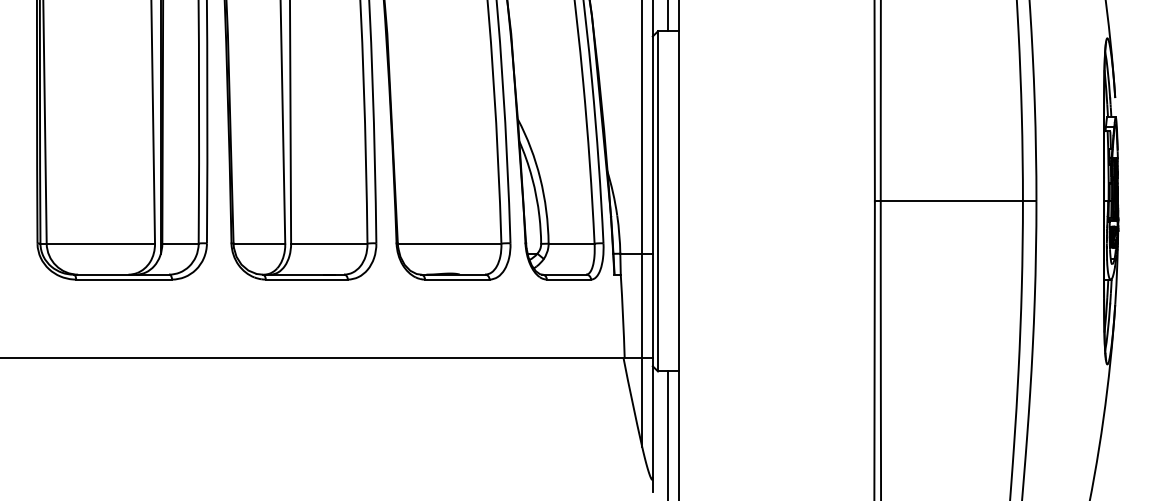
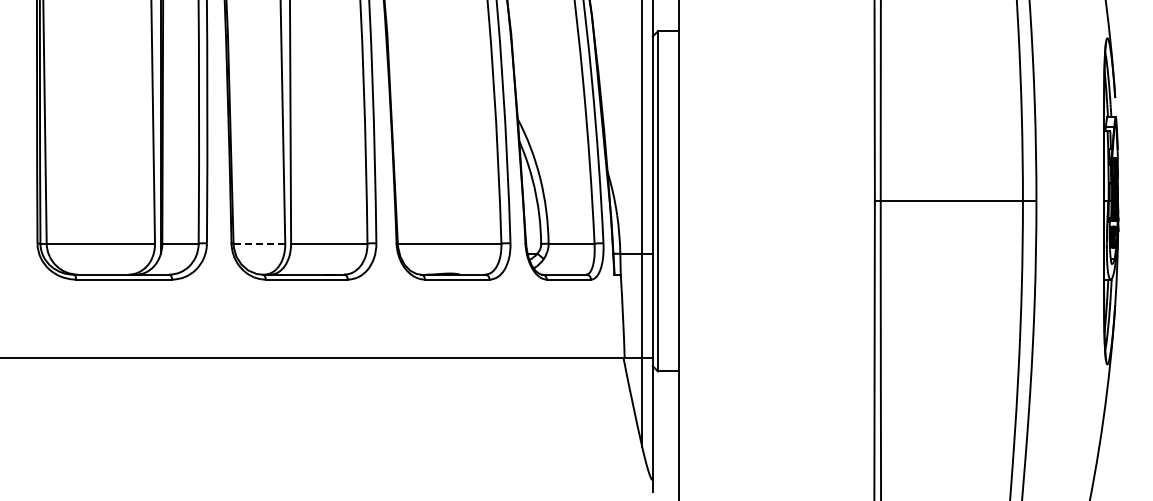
line at (667, 16): present -> none
line at (259, 243): solid -> dashed
line at (667, 434): present -> none
